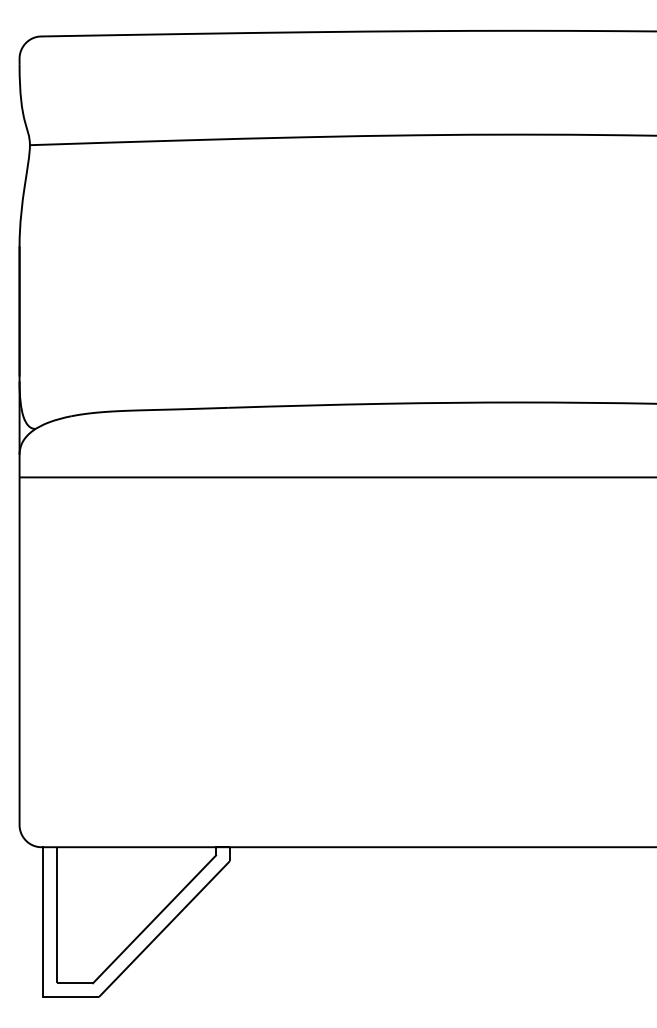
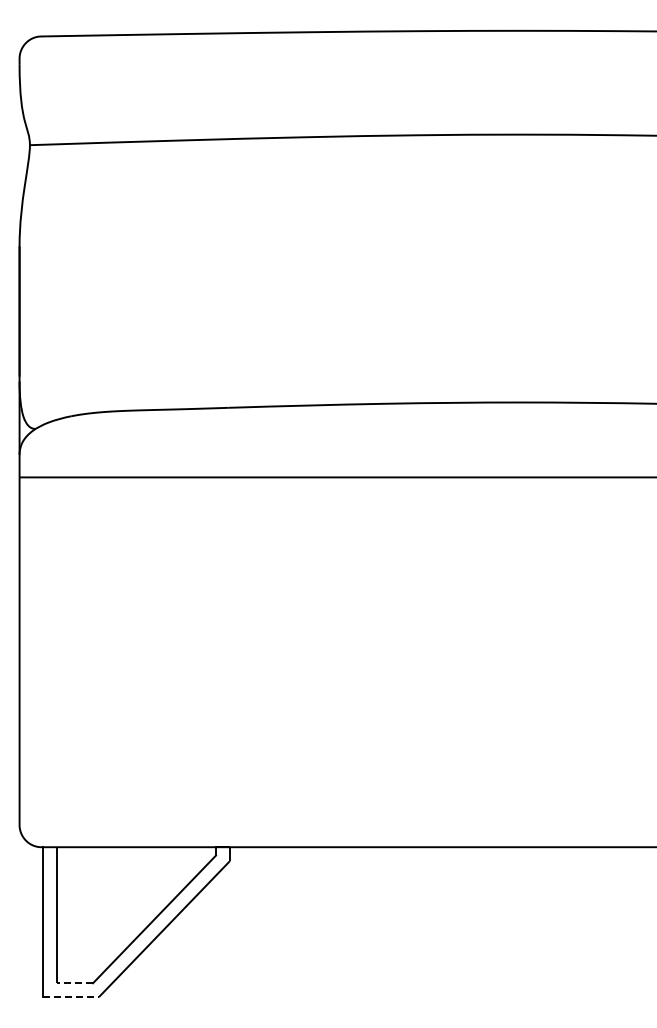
line at (75, 983): solid -> dashed
line at (71, 997): solid -> dashed
